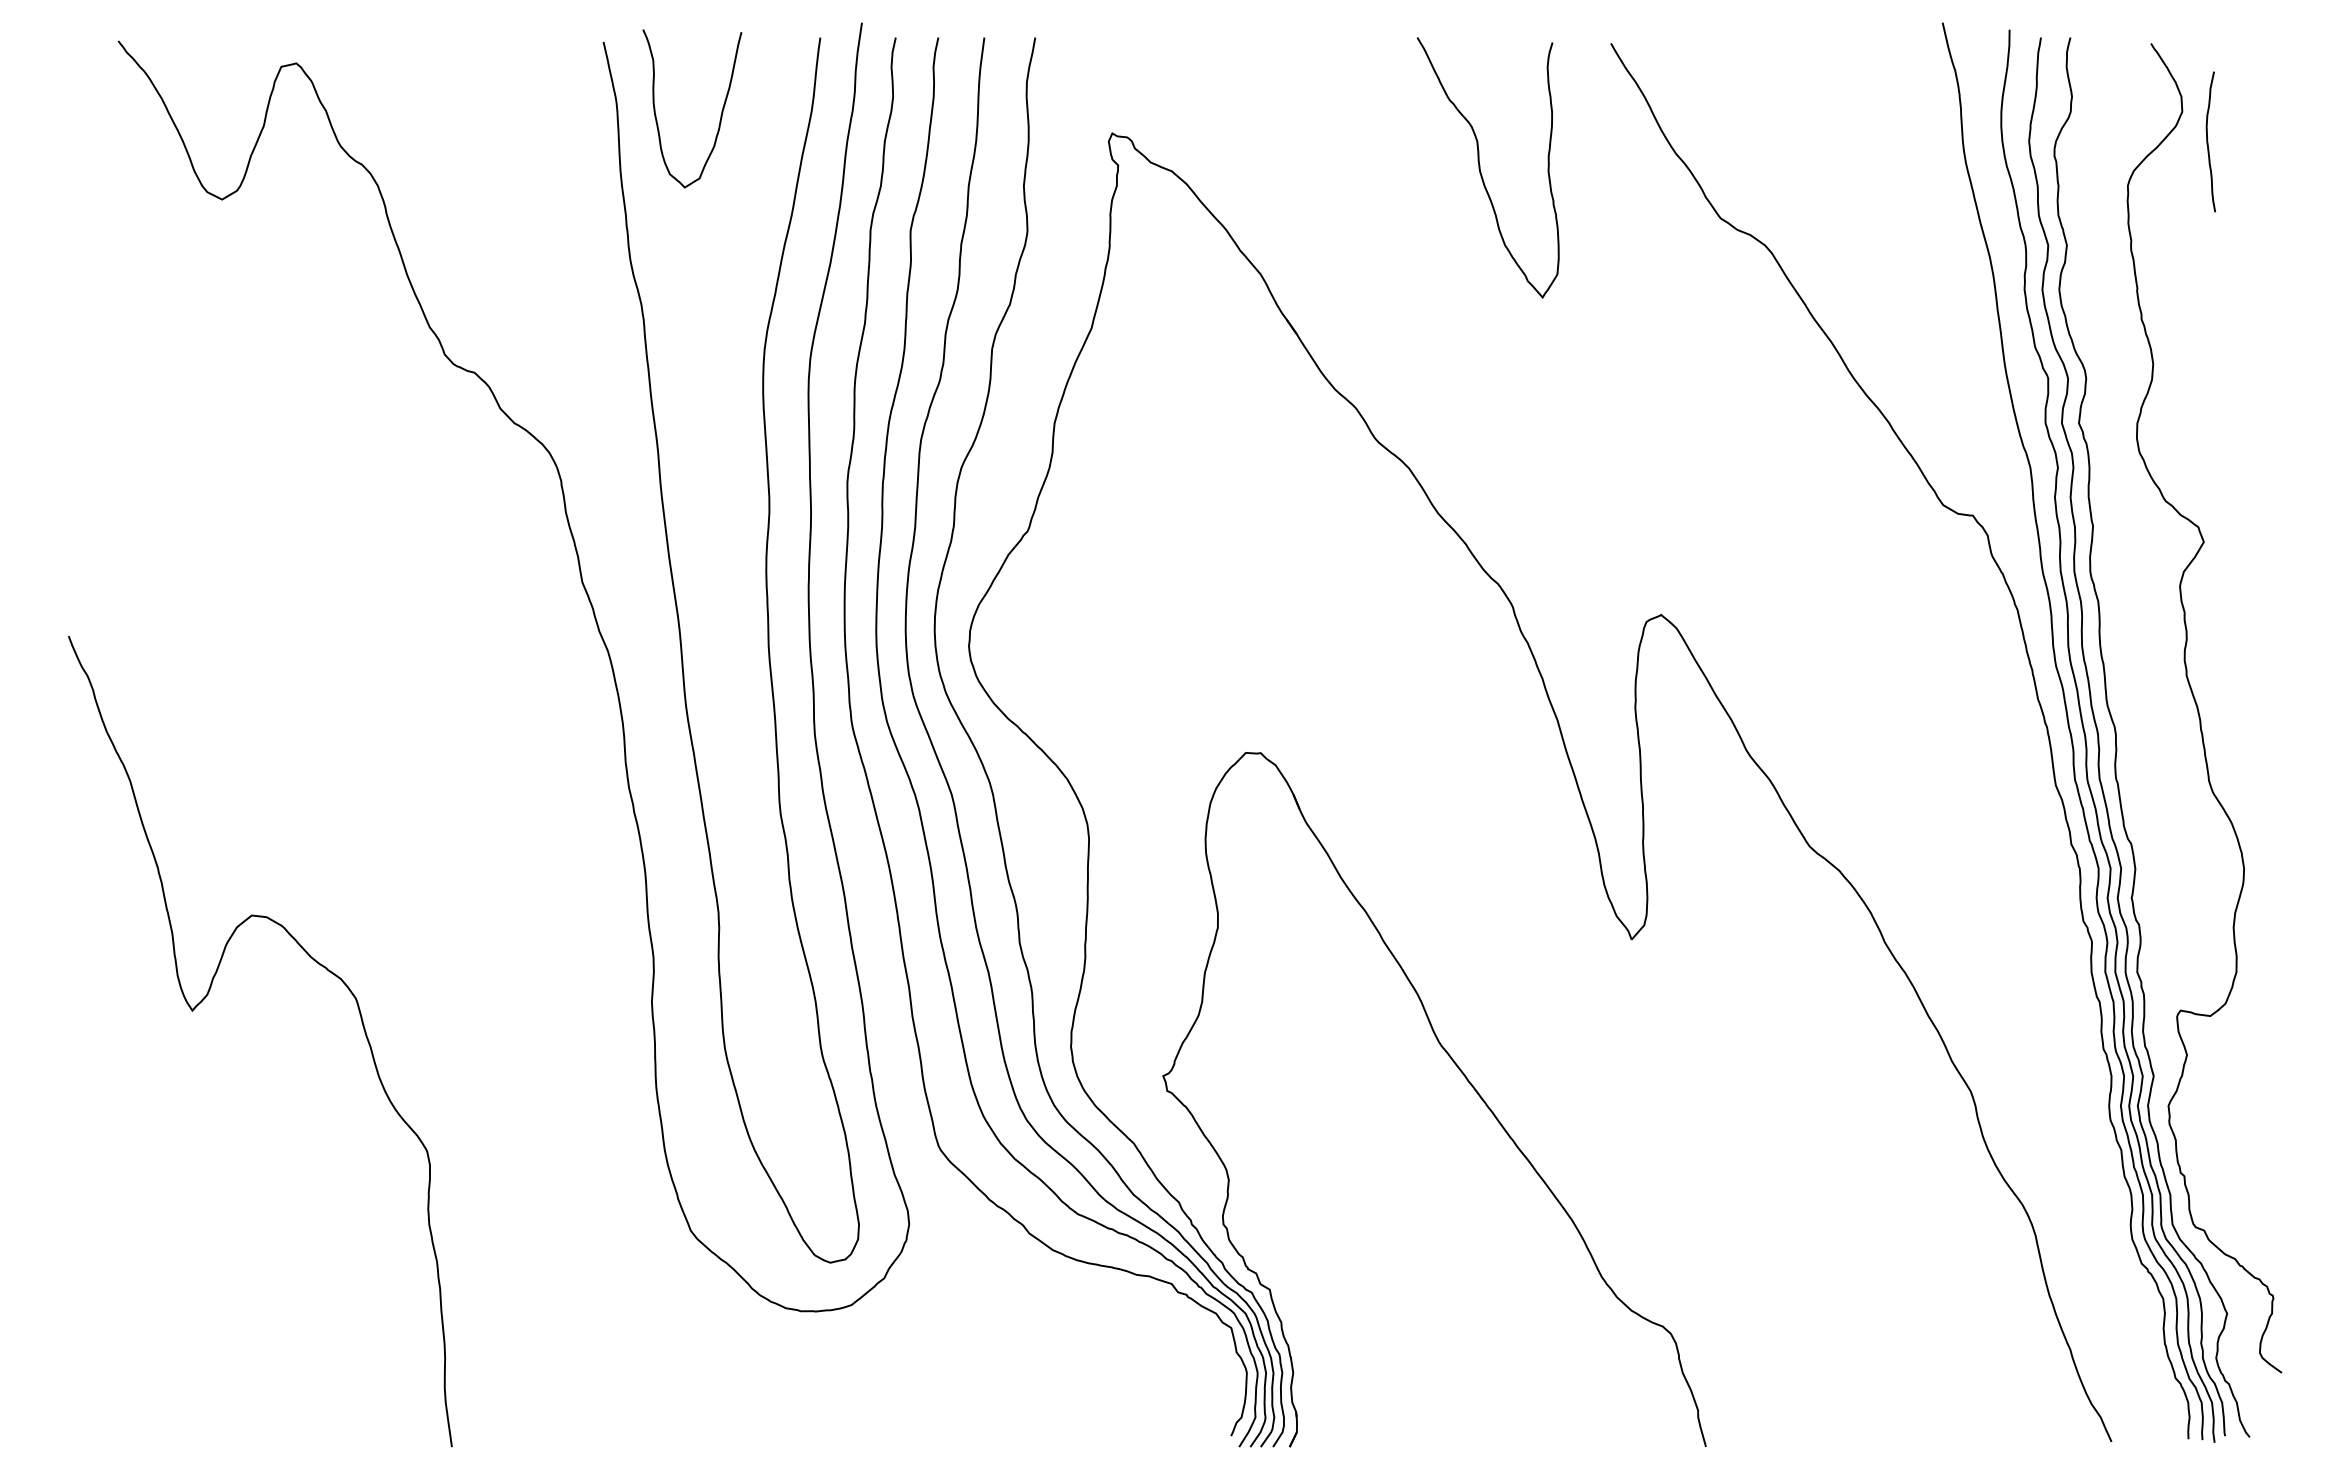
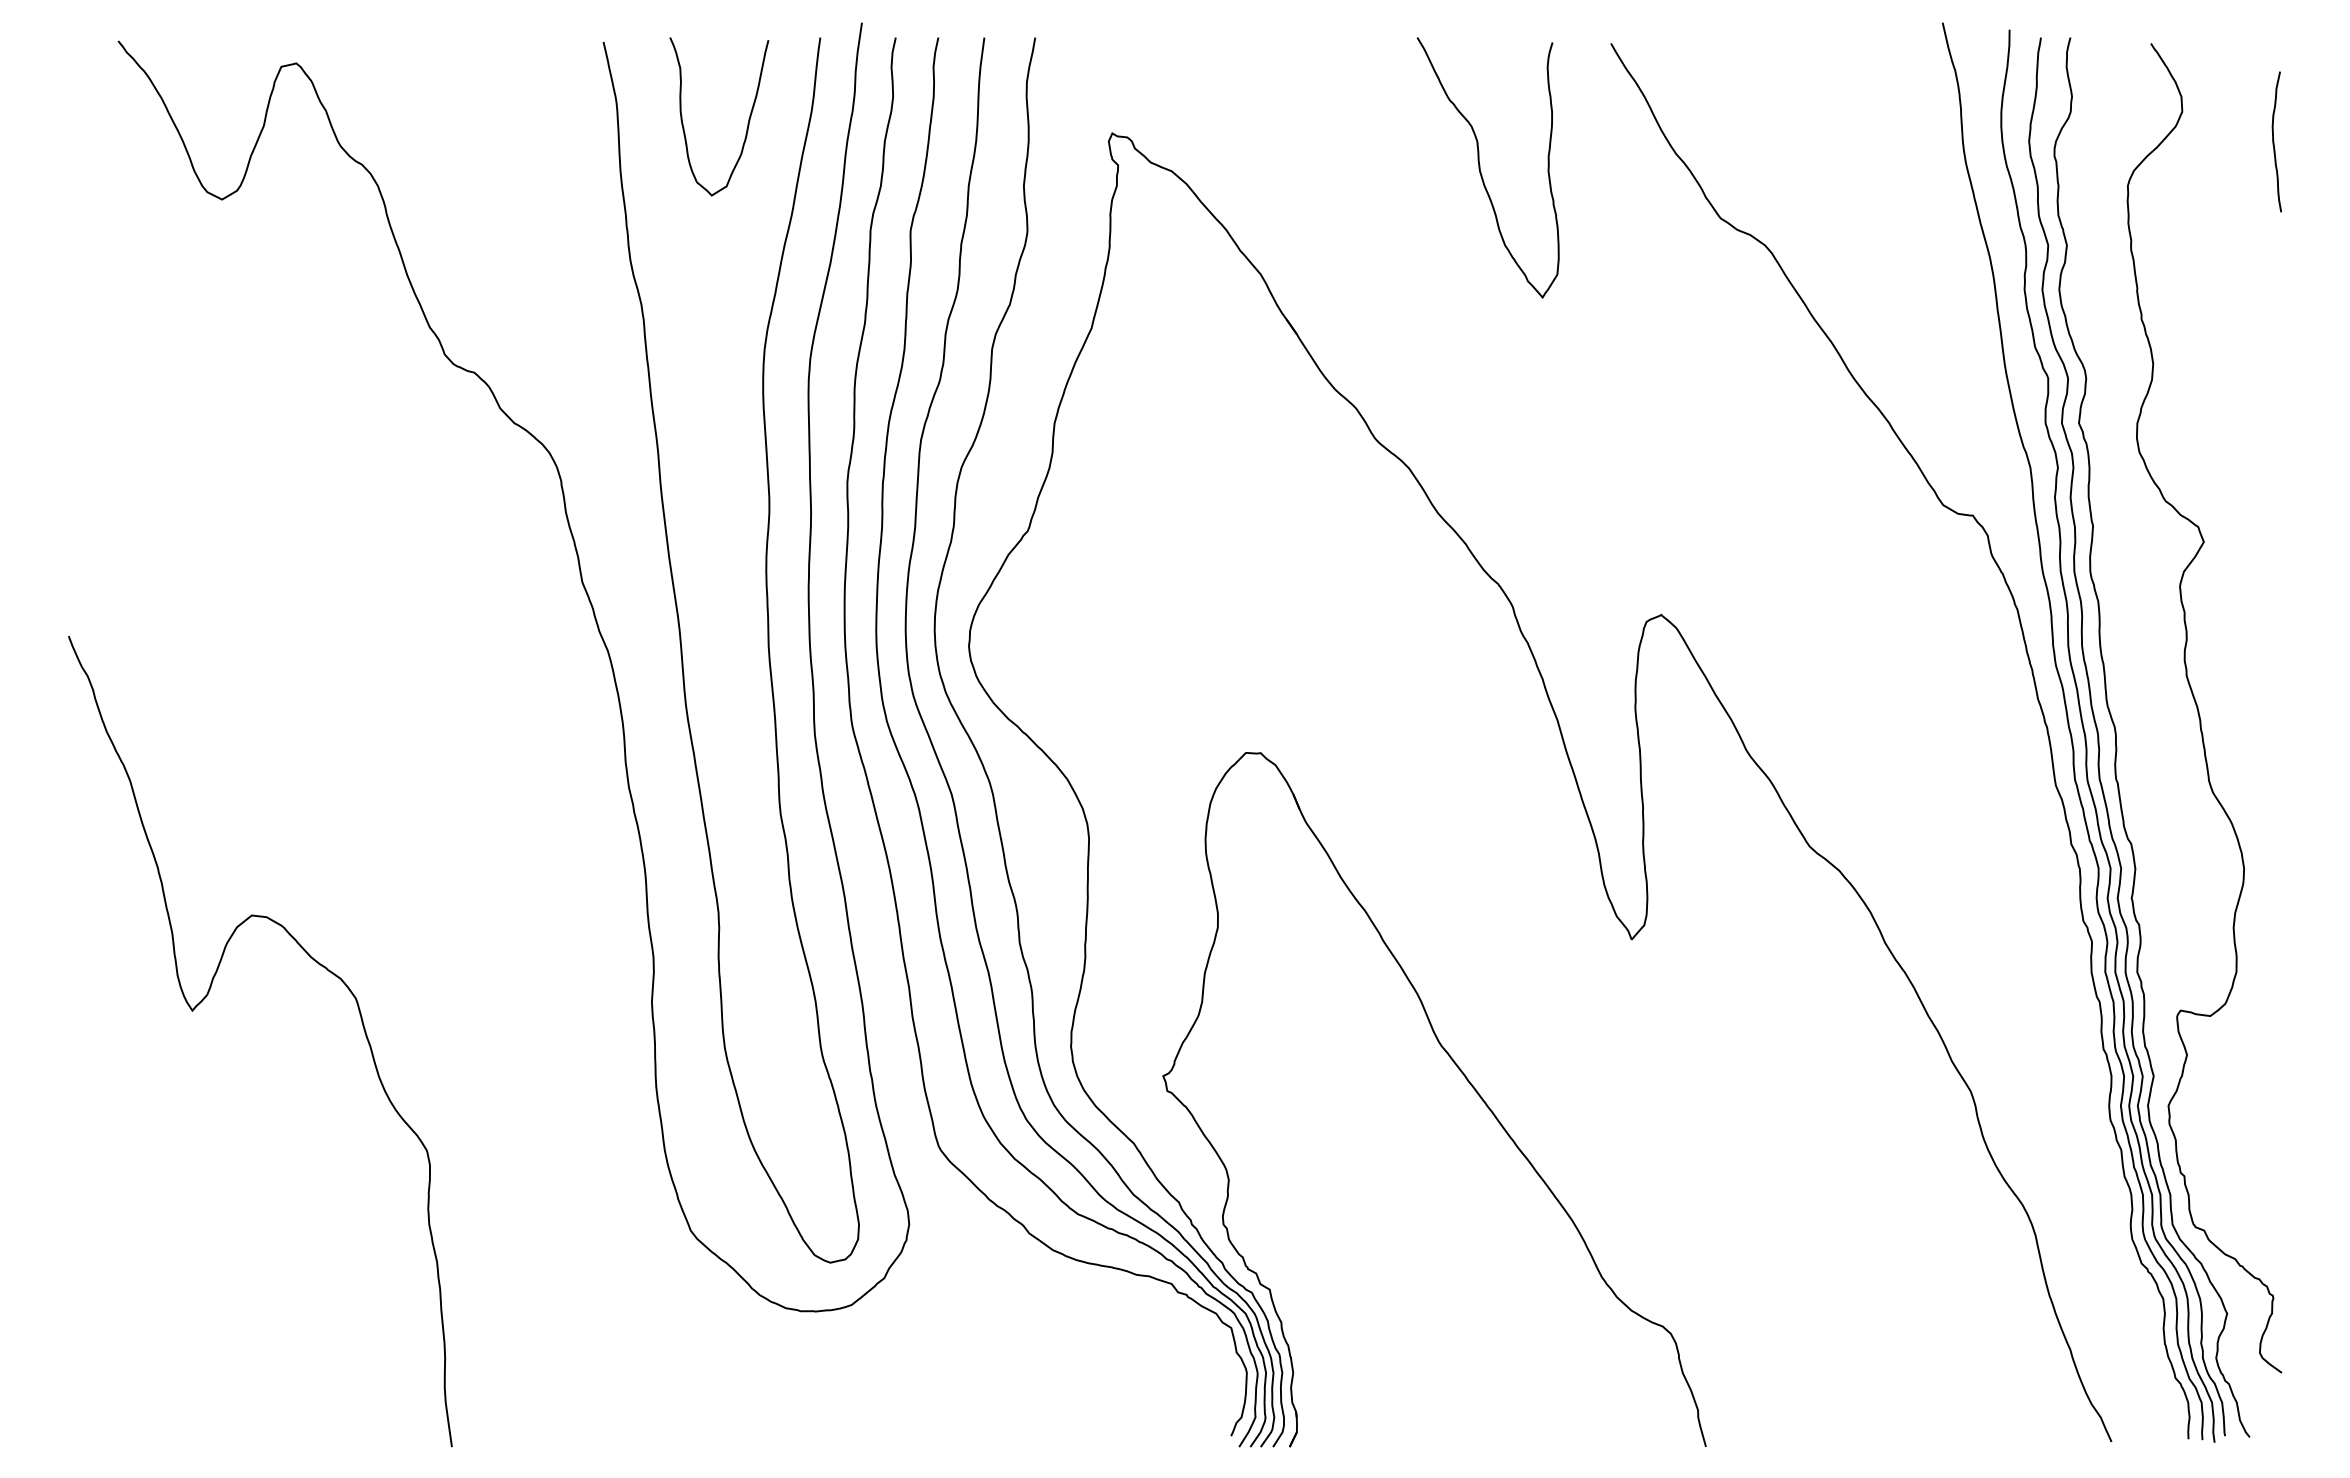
curve at (720, 115) position: (720, 115) -> (747, 123)
curve at (2208, 141) position: (2208, 141) -> (2274, 141)
